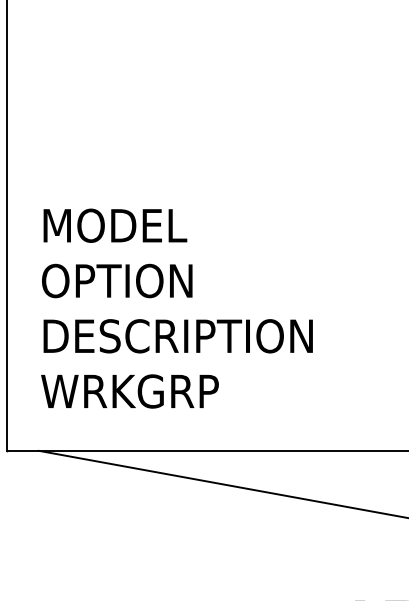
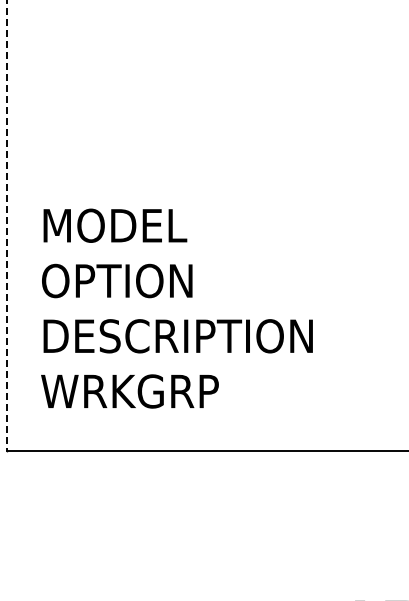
line at (7, 226): solid -> dashed
line at (221, 483): present -> none
